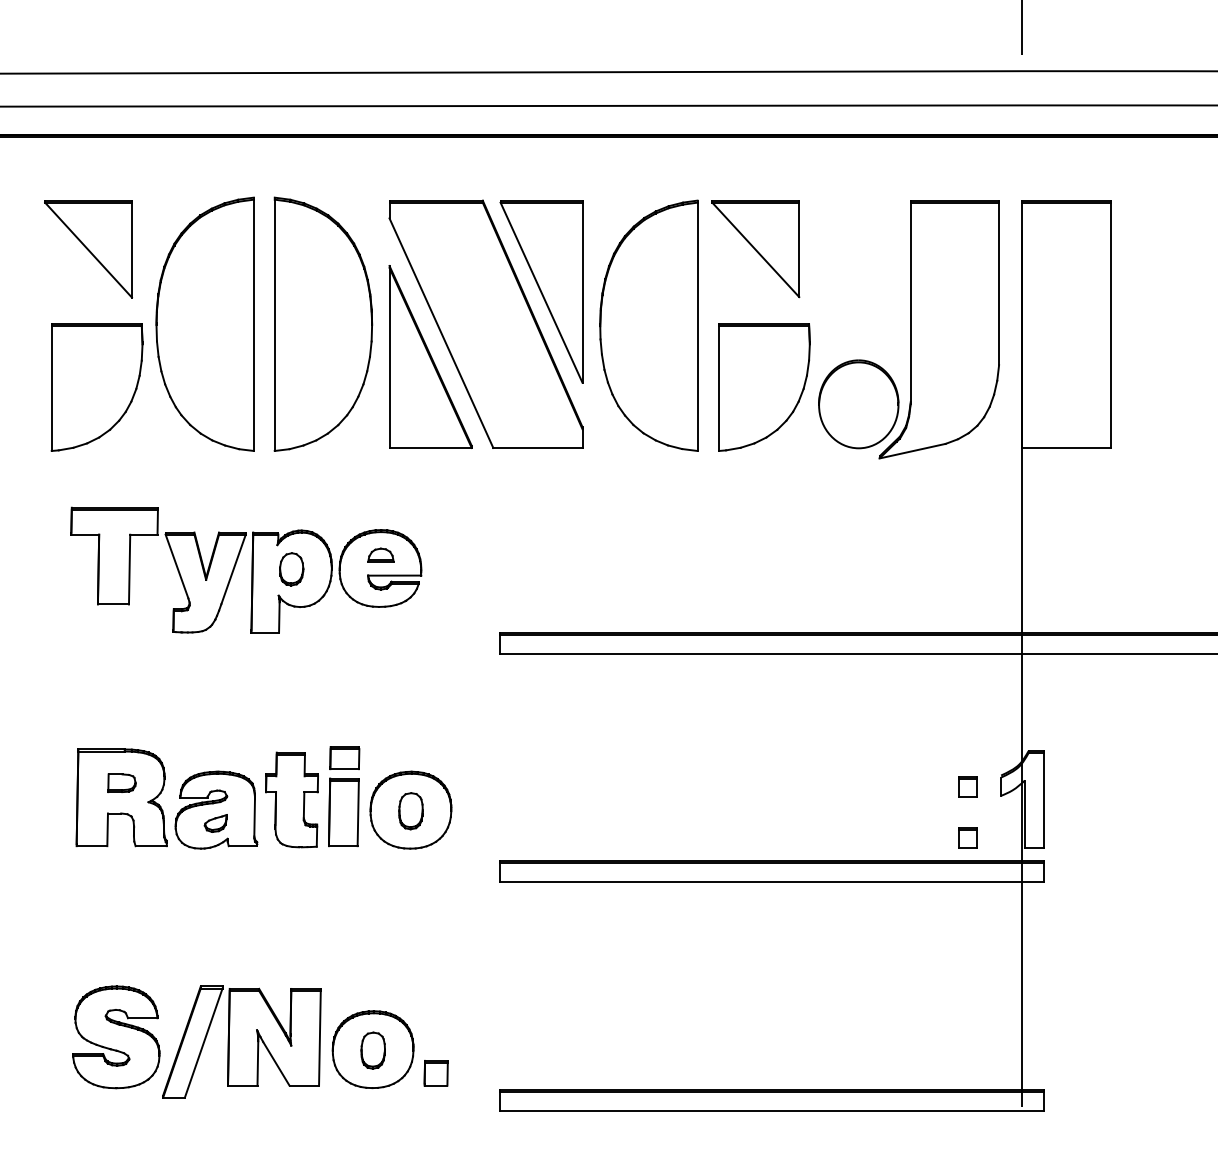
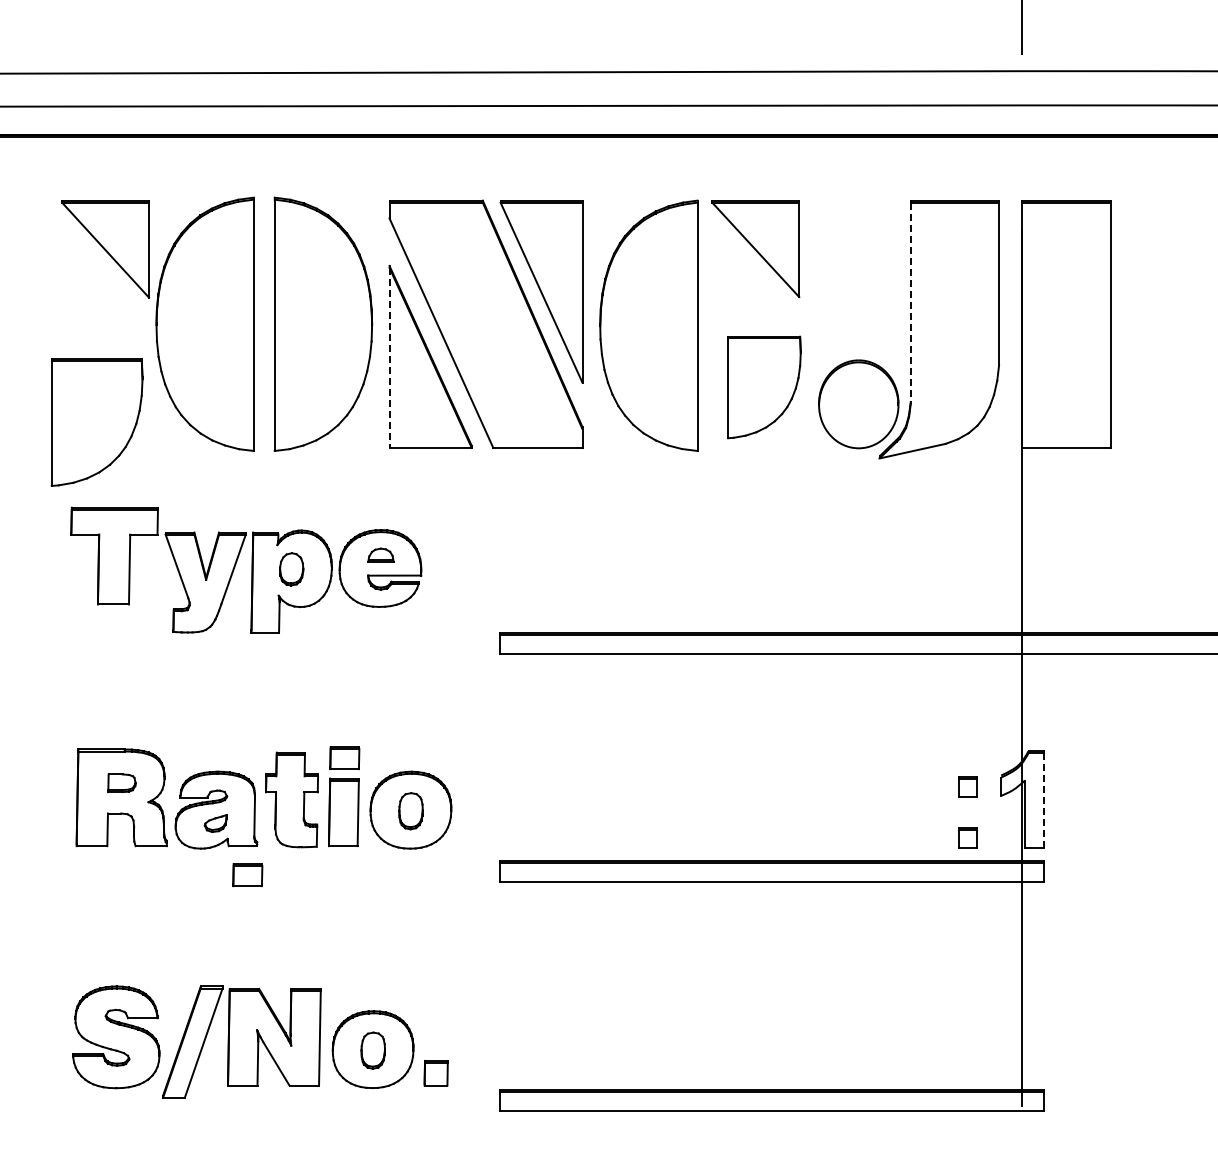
part at (88, 249) position: (88, 249) -> (105, 249)
line at (910, 303): solid -> dashed
line at (389, 358): solid -> dashed
part at (96, 387) position: (96, 387) -> (96, 422)
part at (764, 387) size: 93x129 px -> 75x105 px
line at (1043, 800): solid -> dashed
part at (247, 874): none -> present
